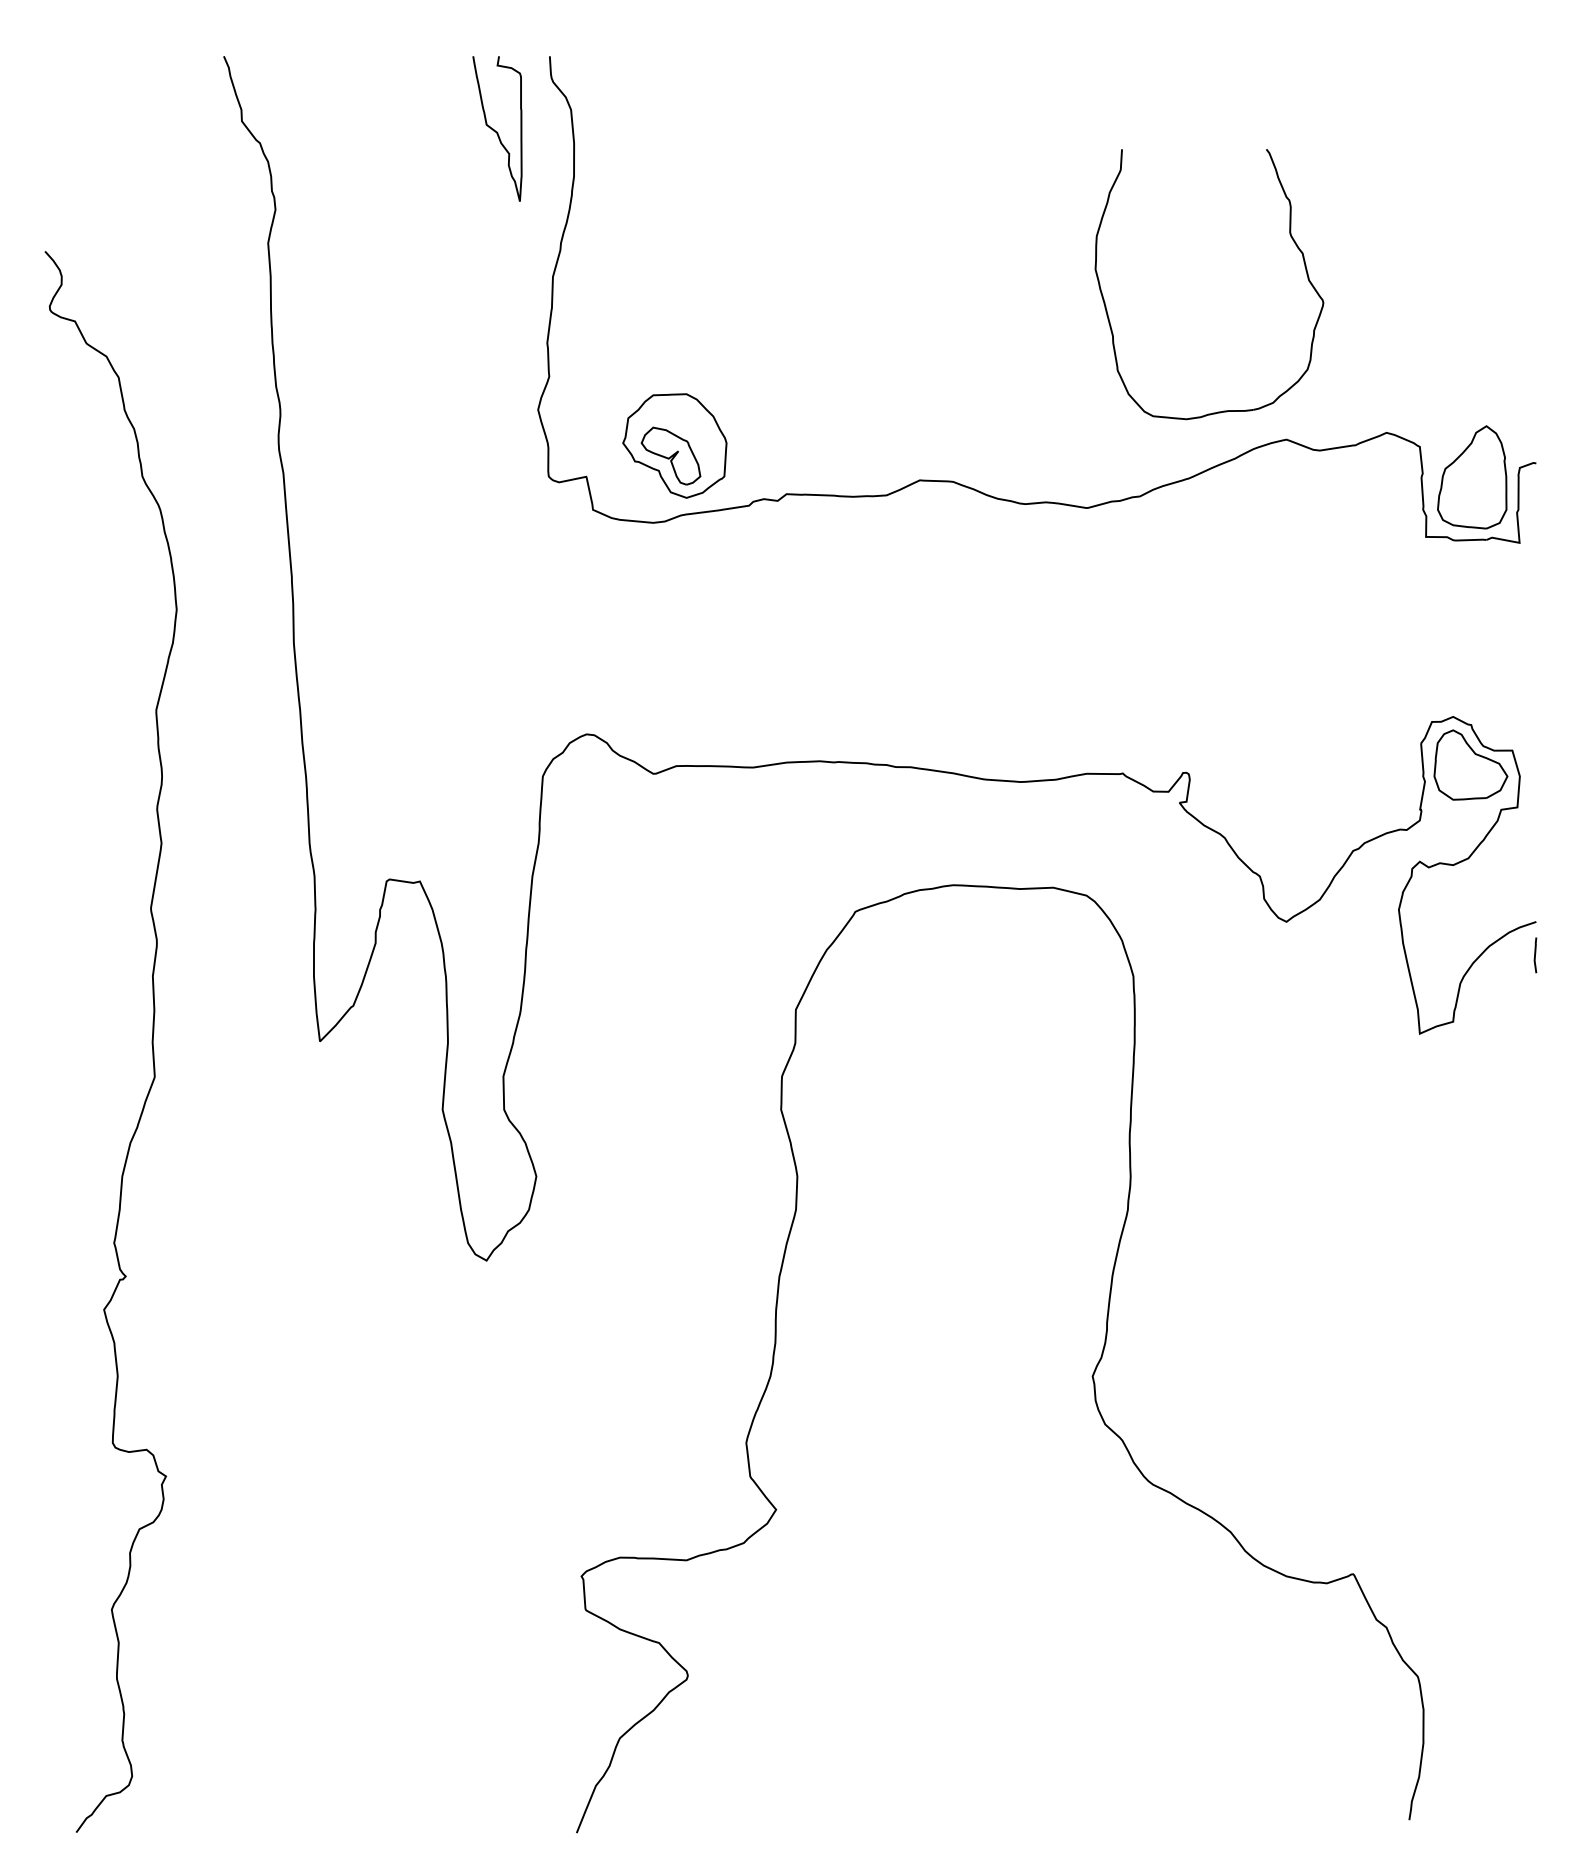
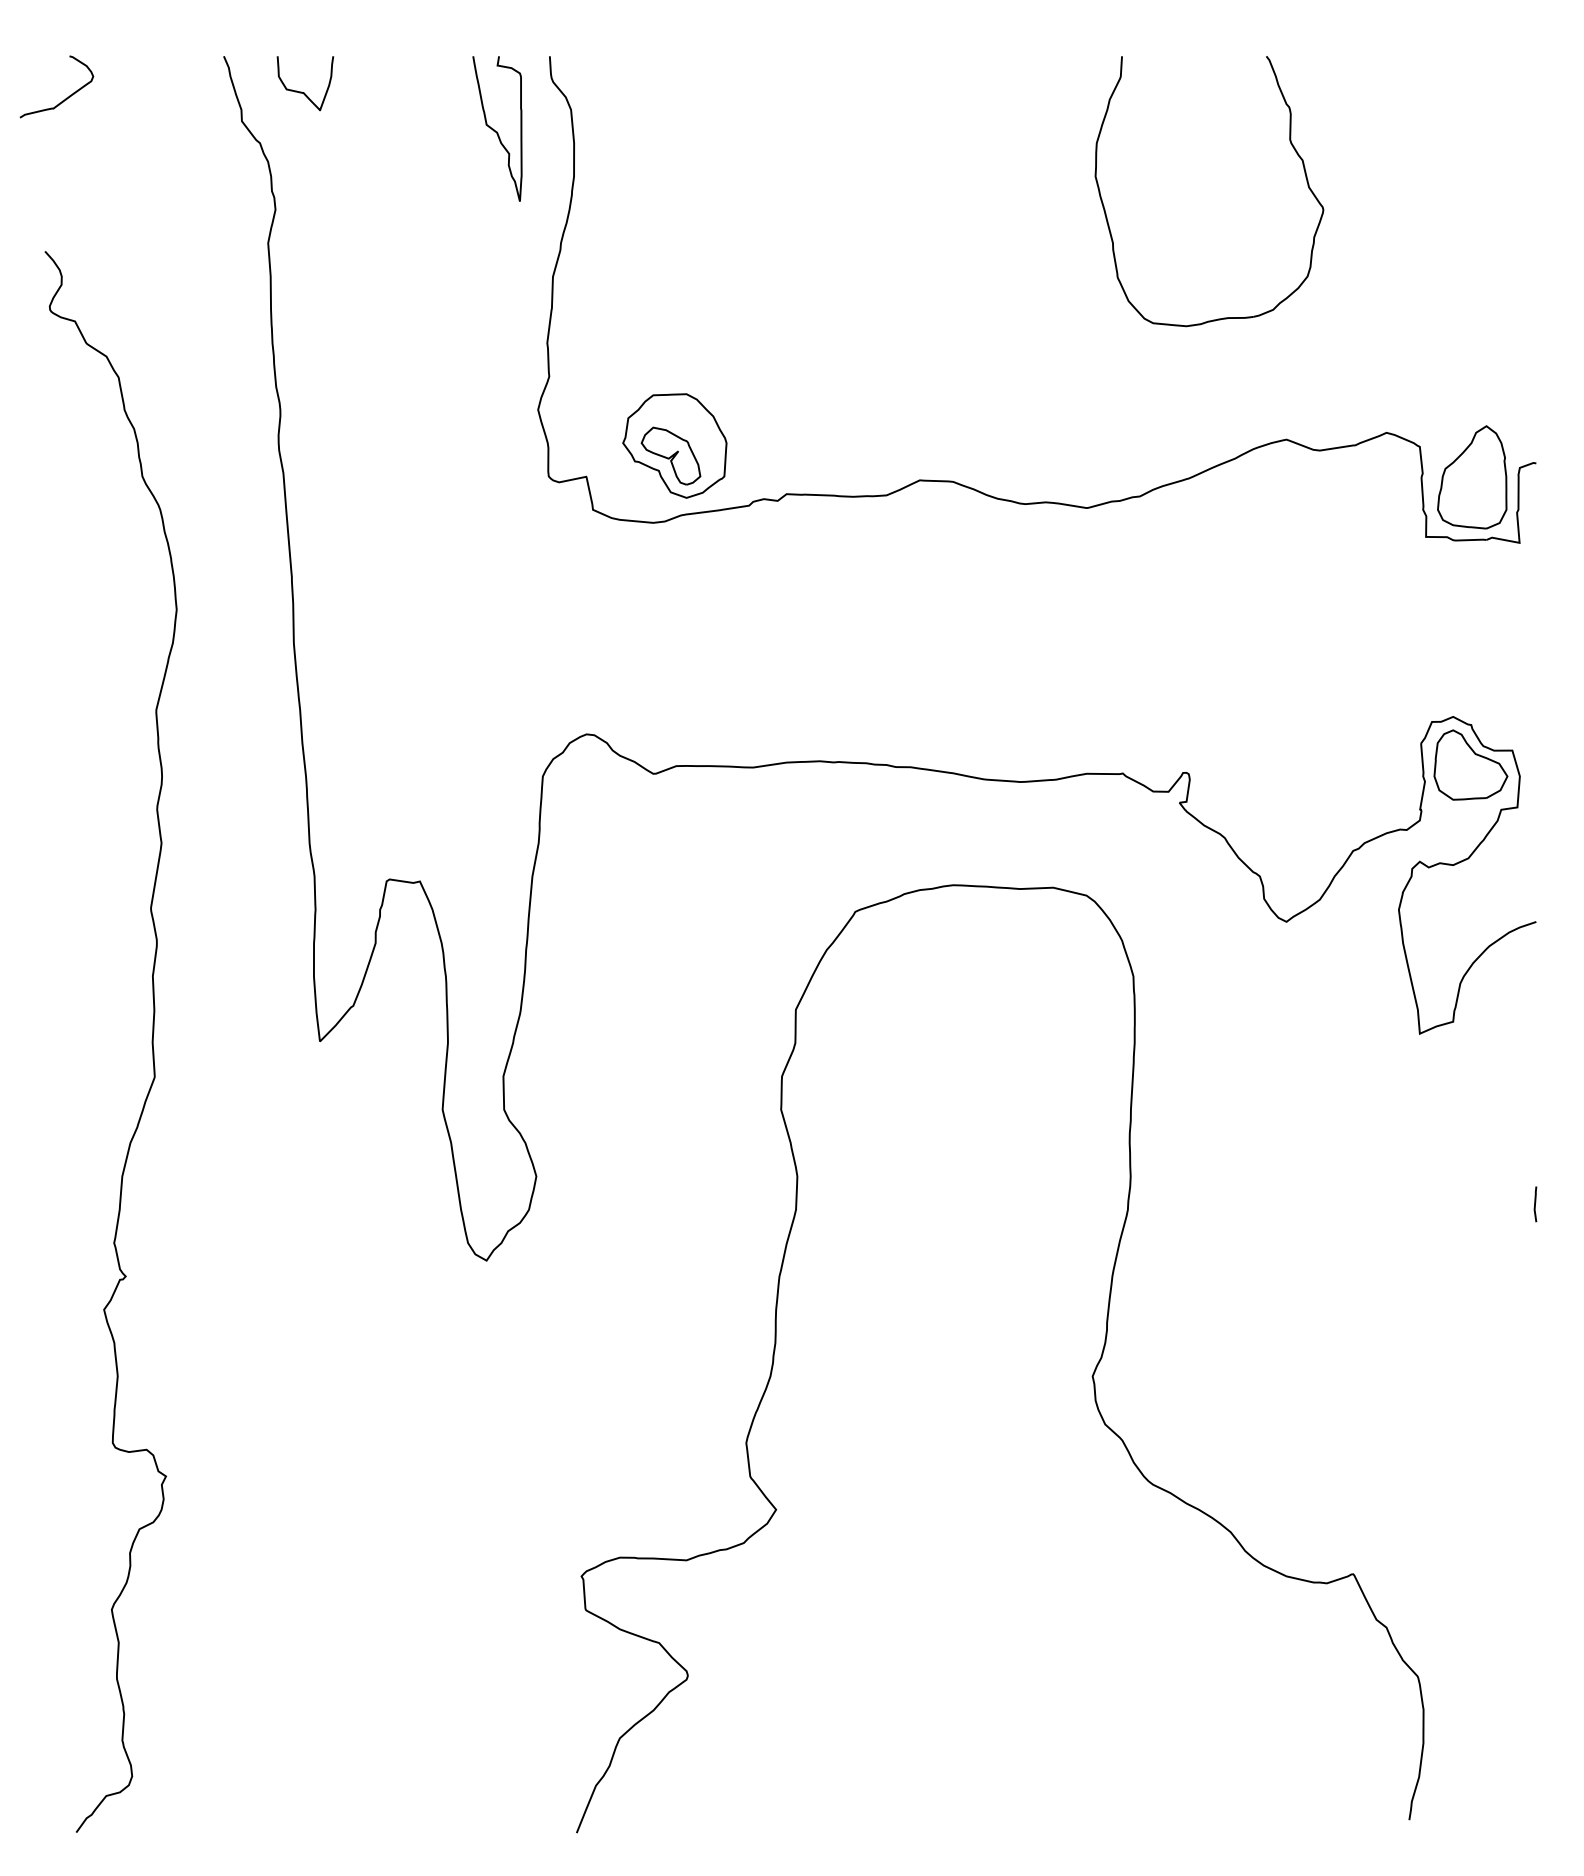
curve at (301, 91): none -> present
curve at (66, 97): none -> present
part at (1292, 240) position: (1292, 240) -> (1292, 147)
line at (1535, 955) position: (1535, 955) -> (1535, 1204)
